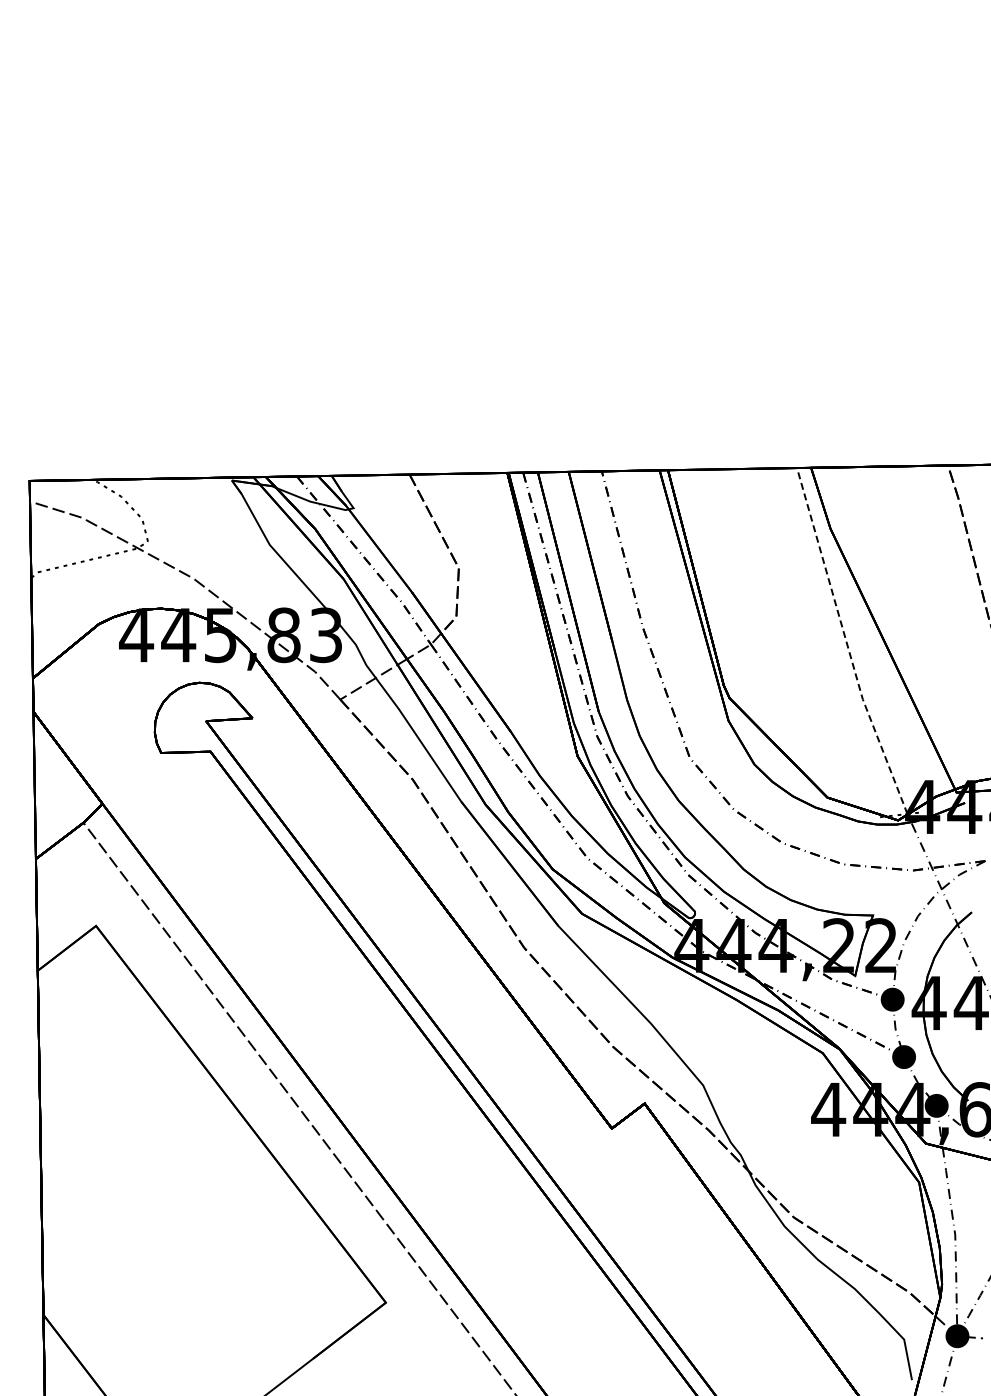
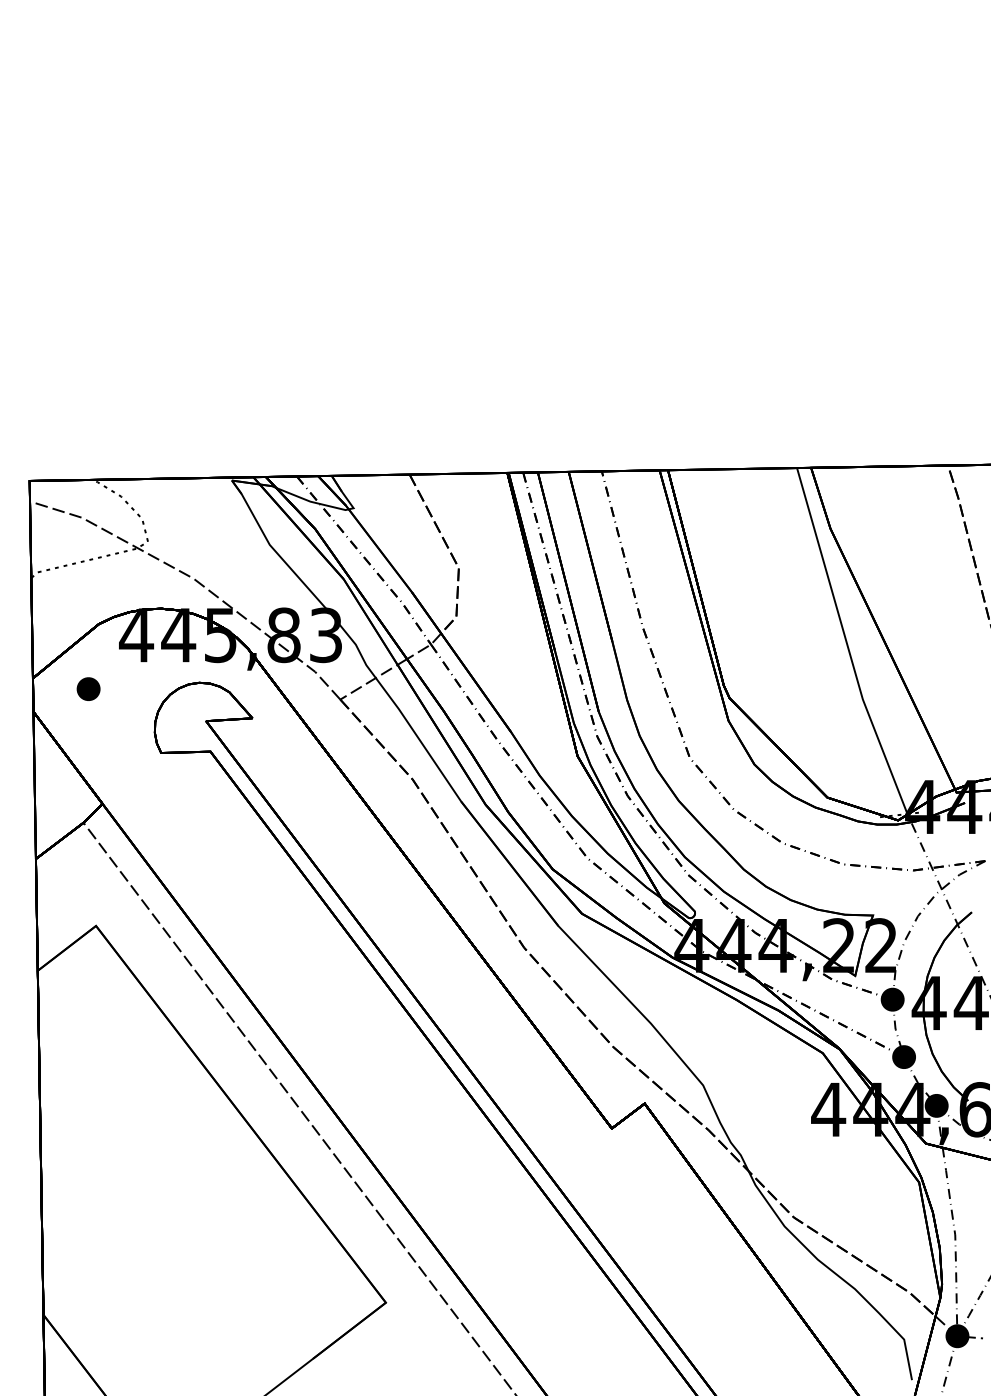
line at (846, 642): dashed -> solid
part at (88, 688): none -> present
